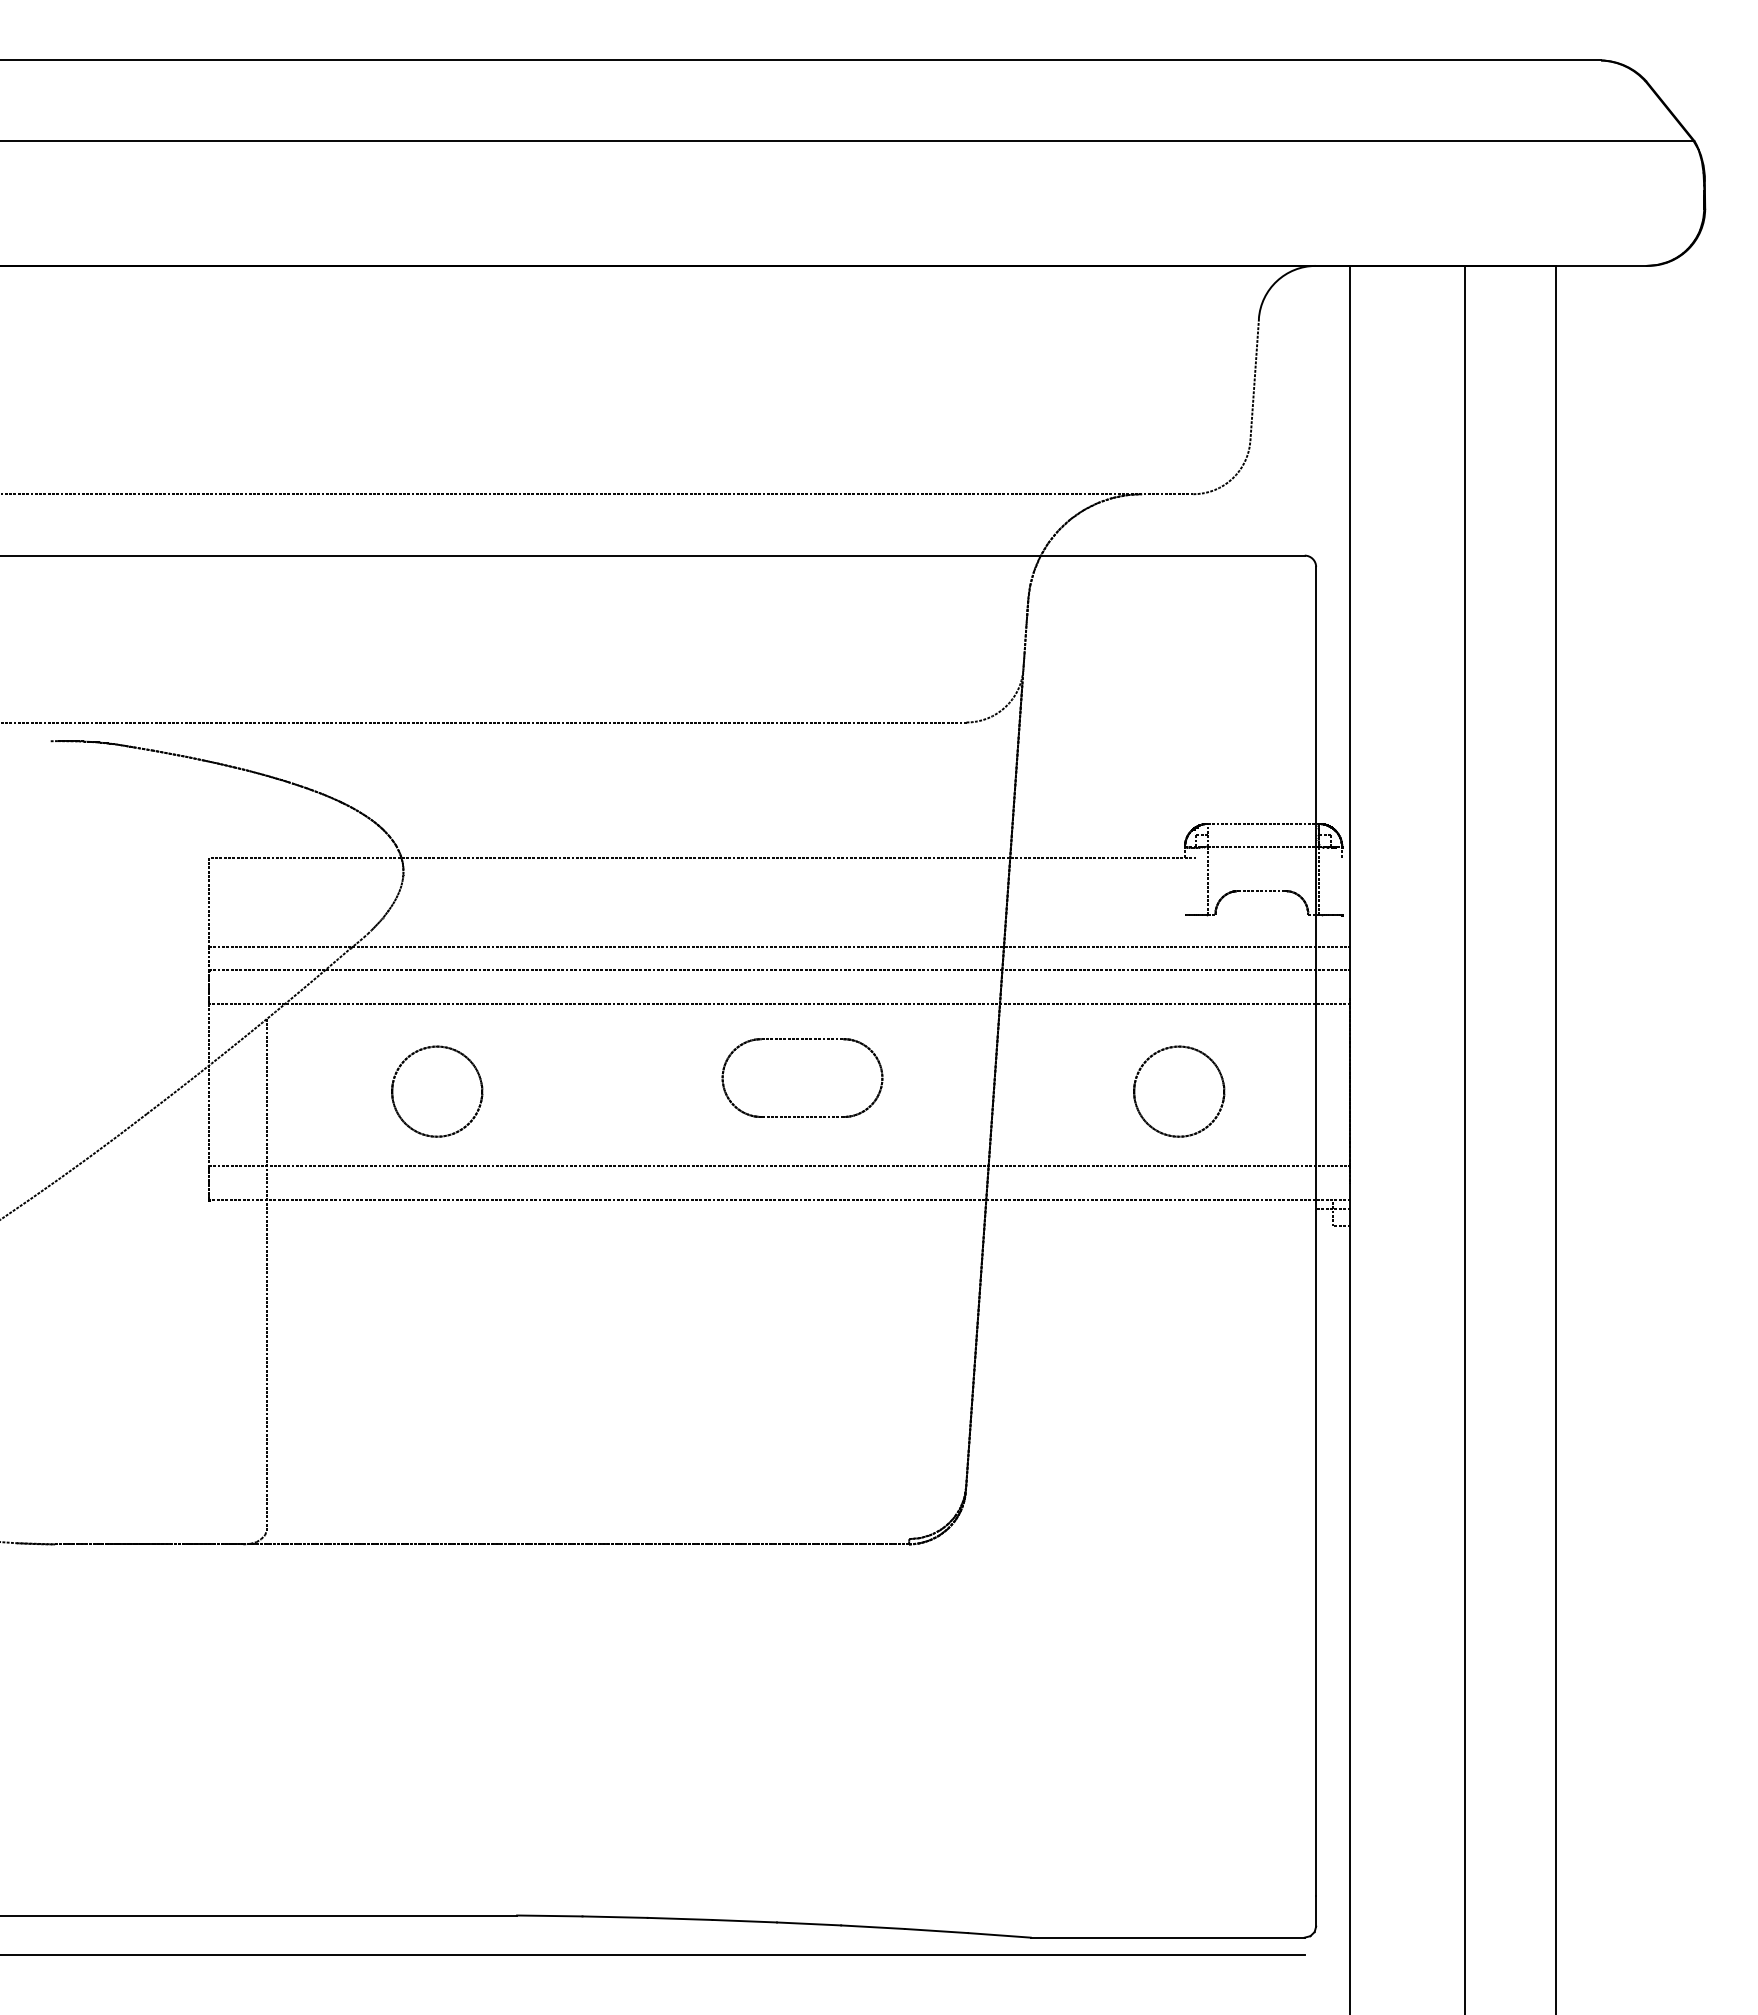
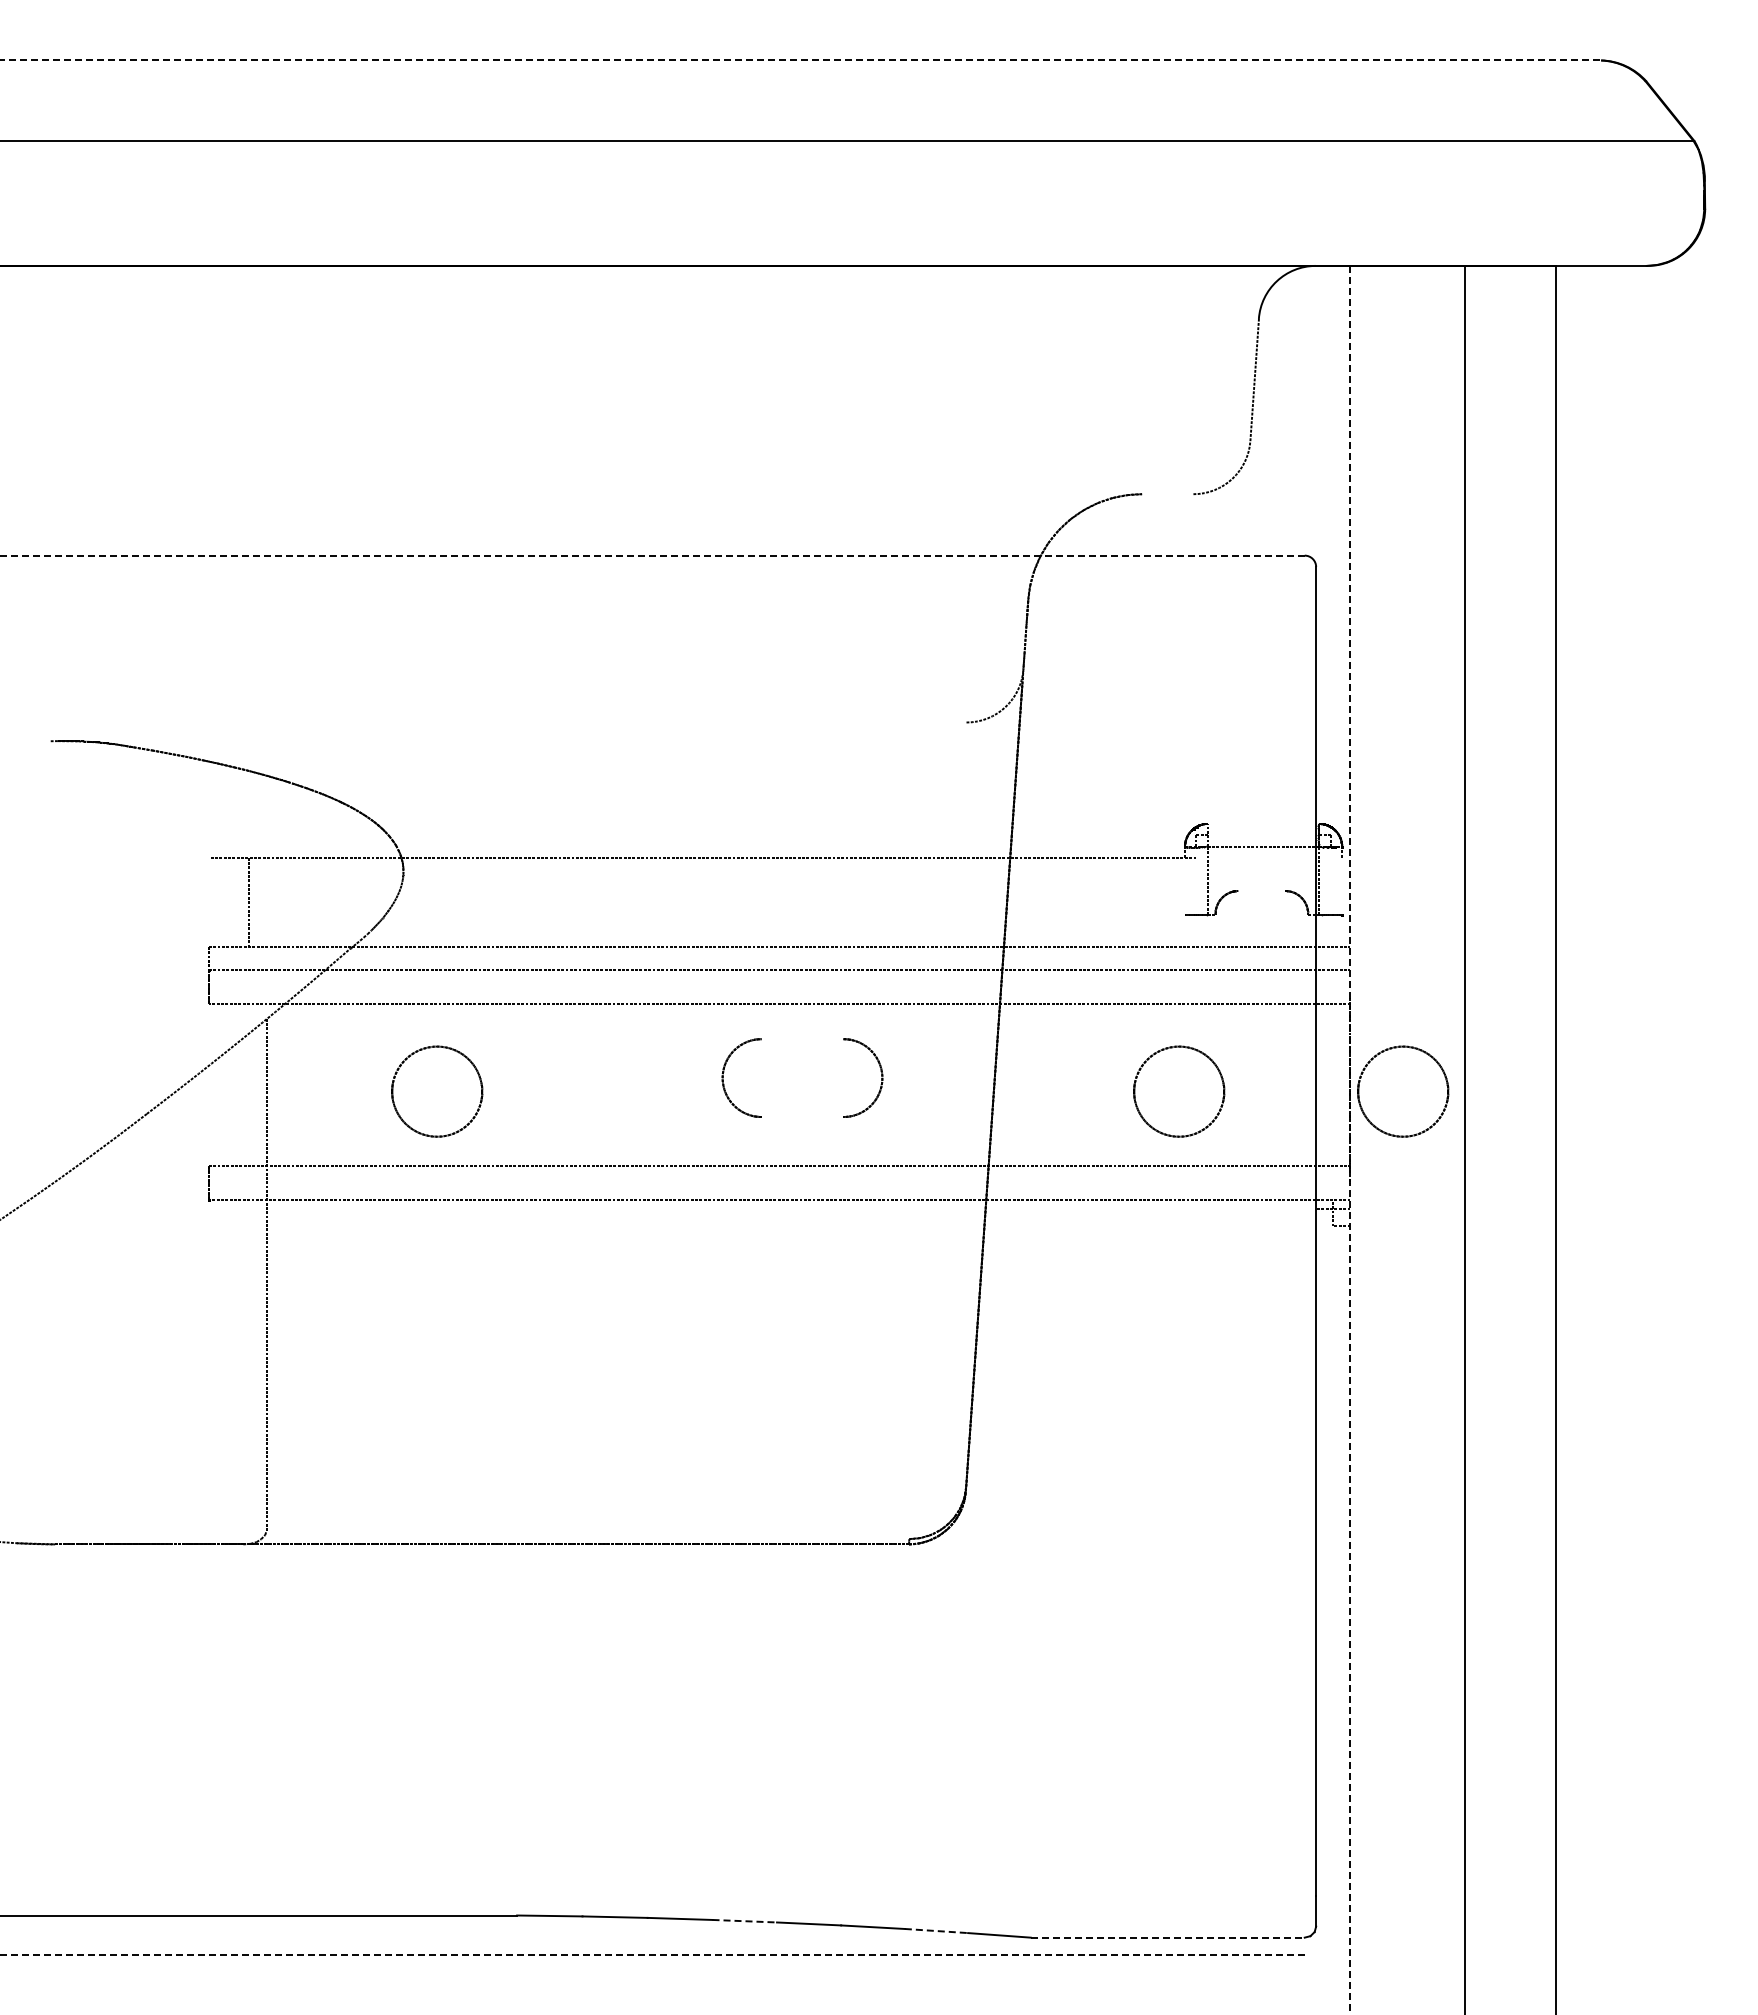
line at (800, 60): solid -> dashed
line at (597, 494): present -> none
line at (651, 555): solid -> dashed
line at (484, 722): present -> none
line at (1263, 824): present -> none
line at (1261, 891): present -> none
line at (208, 901) position: (208, 901) -> (248, 901)
line at (802, 1039): present -> none
part at (1431, 1058): none -> present
line at (208, 1084): present -> none
line at (802, 1117): present -> none
line at (1350, 1140): solid -> dashed
line at (745, 1921): solid -> dashed
line at (936, 1931): solid -> dashed
line at (1167, 1937): solid -> dashed
line at (651, 1954): solid -> dashed
